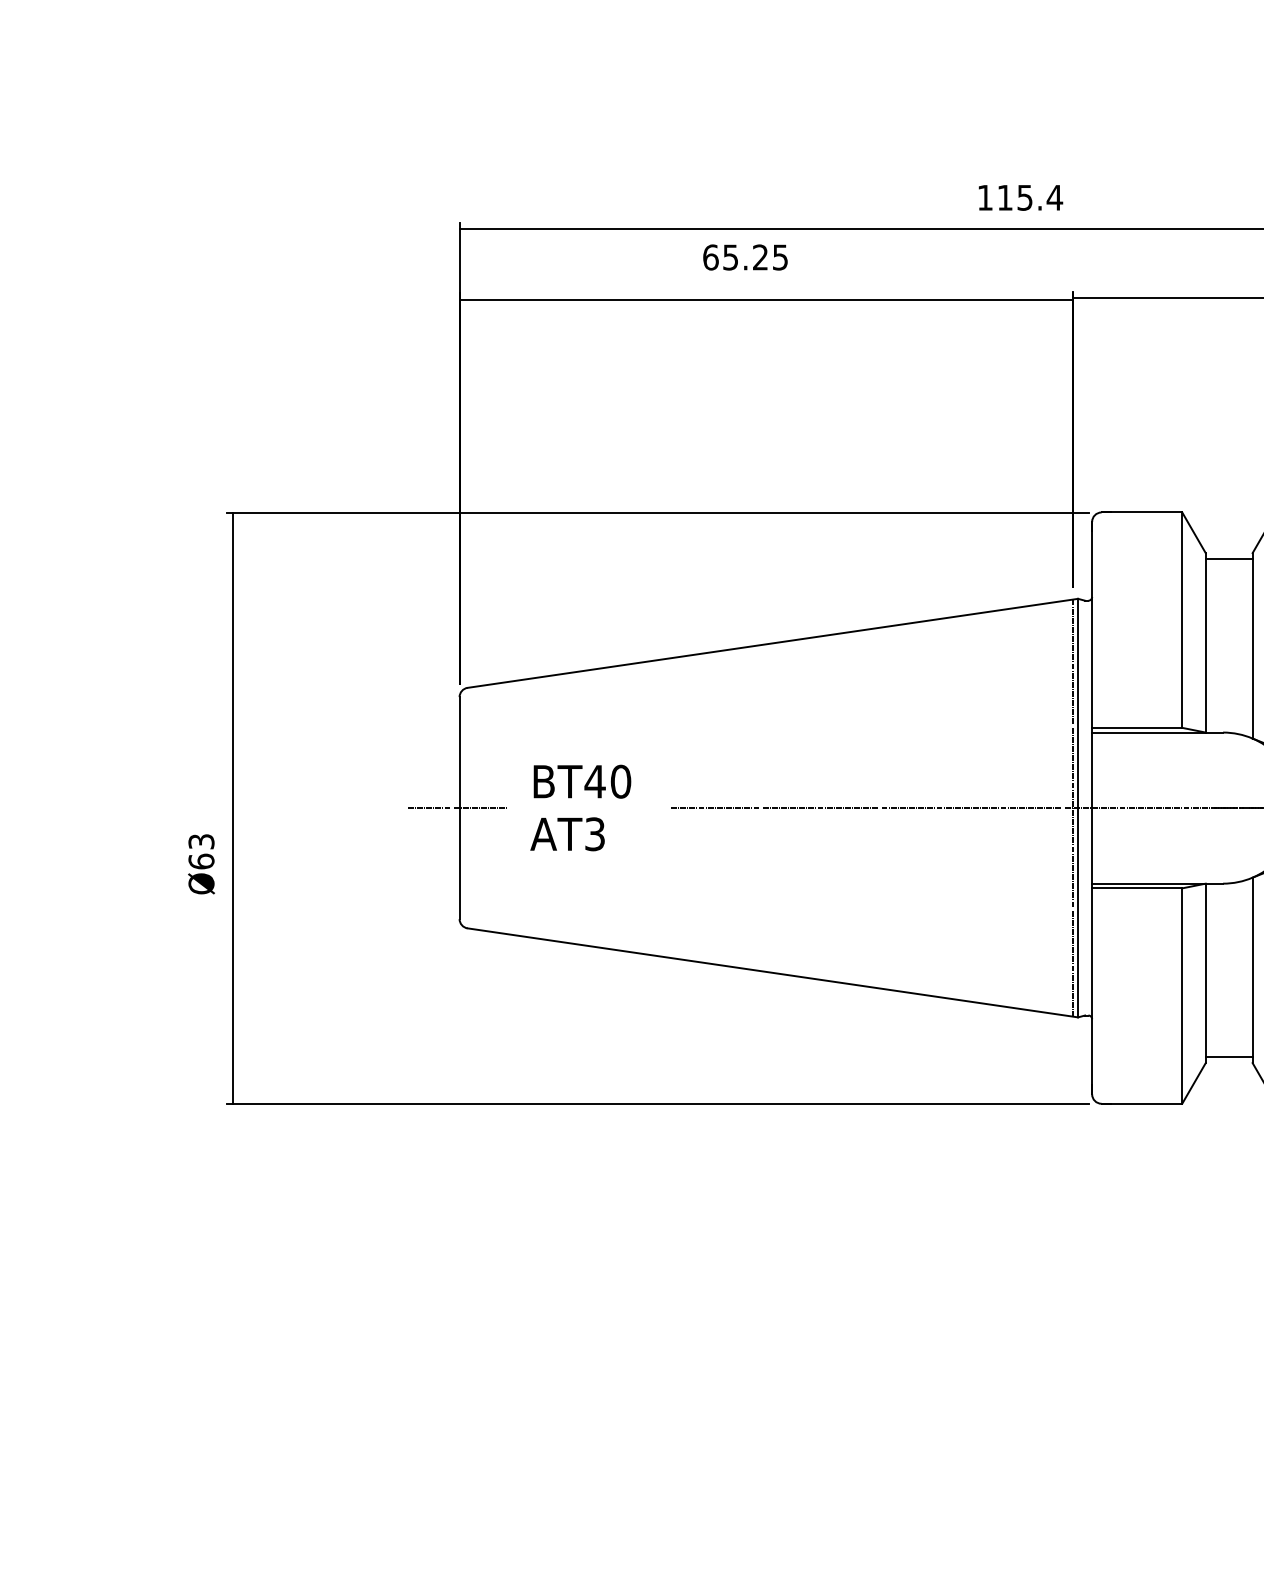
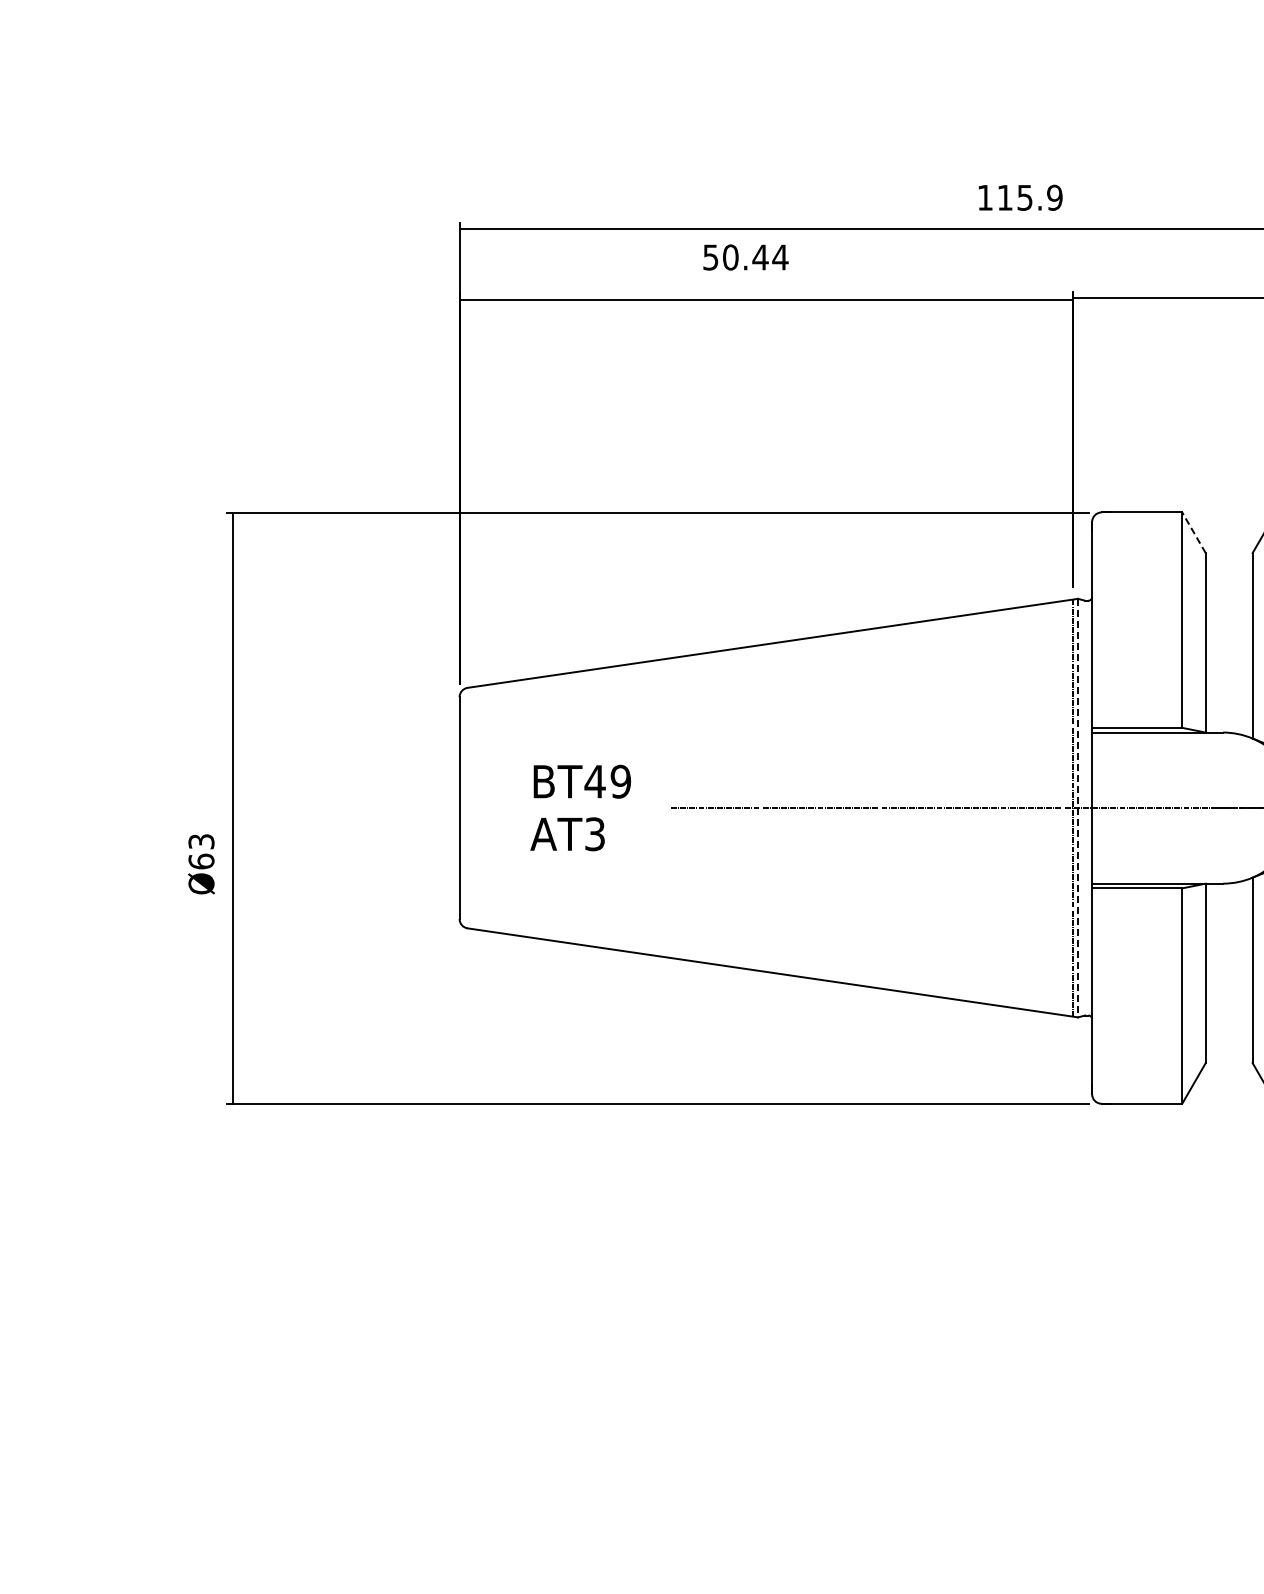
text at (1054, 197): 115.4 -> 115.9
text at (745, 257): 65.25 -> 50.44
line at (1193, 532): solid -> dashed
line at (1228, 559): present -> none
text at (620, 781): BT40 -> BT49
line at (457, 808): present -> none
line at (1078, 808): solid -> dashed
line at (1228, 1056): present -> none
